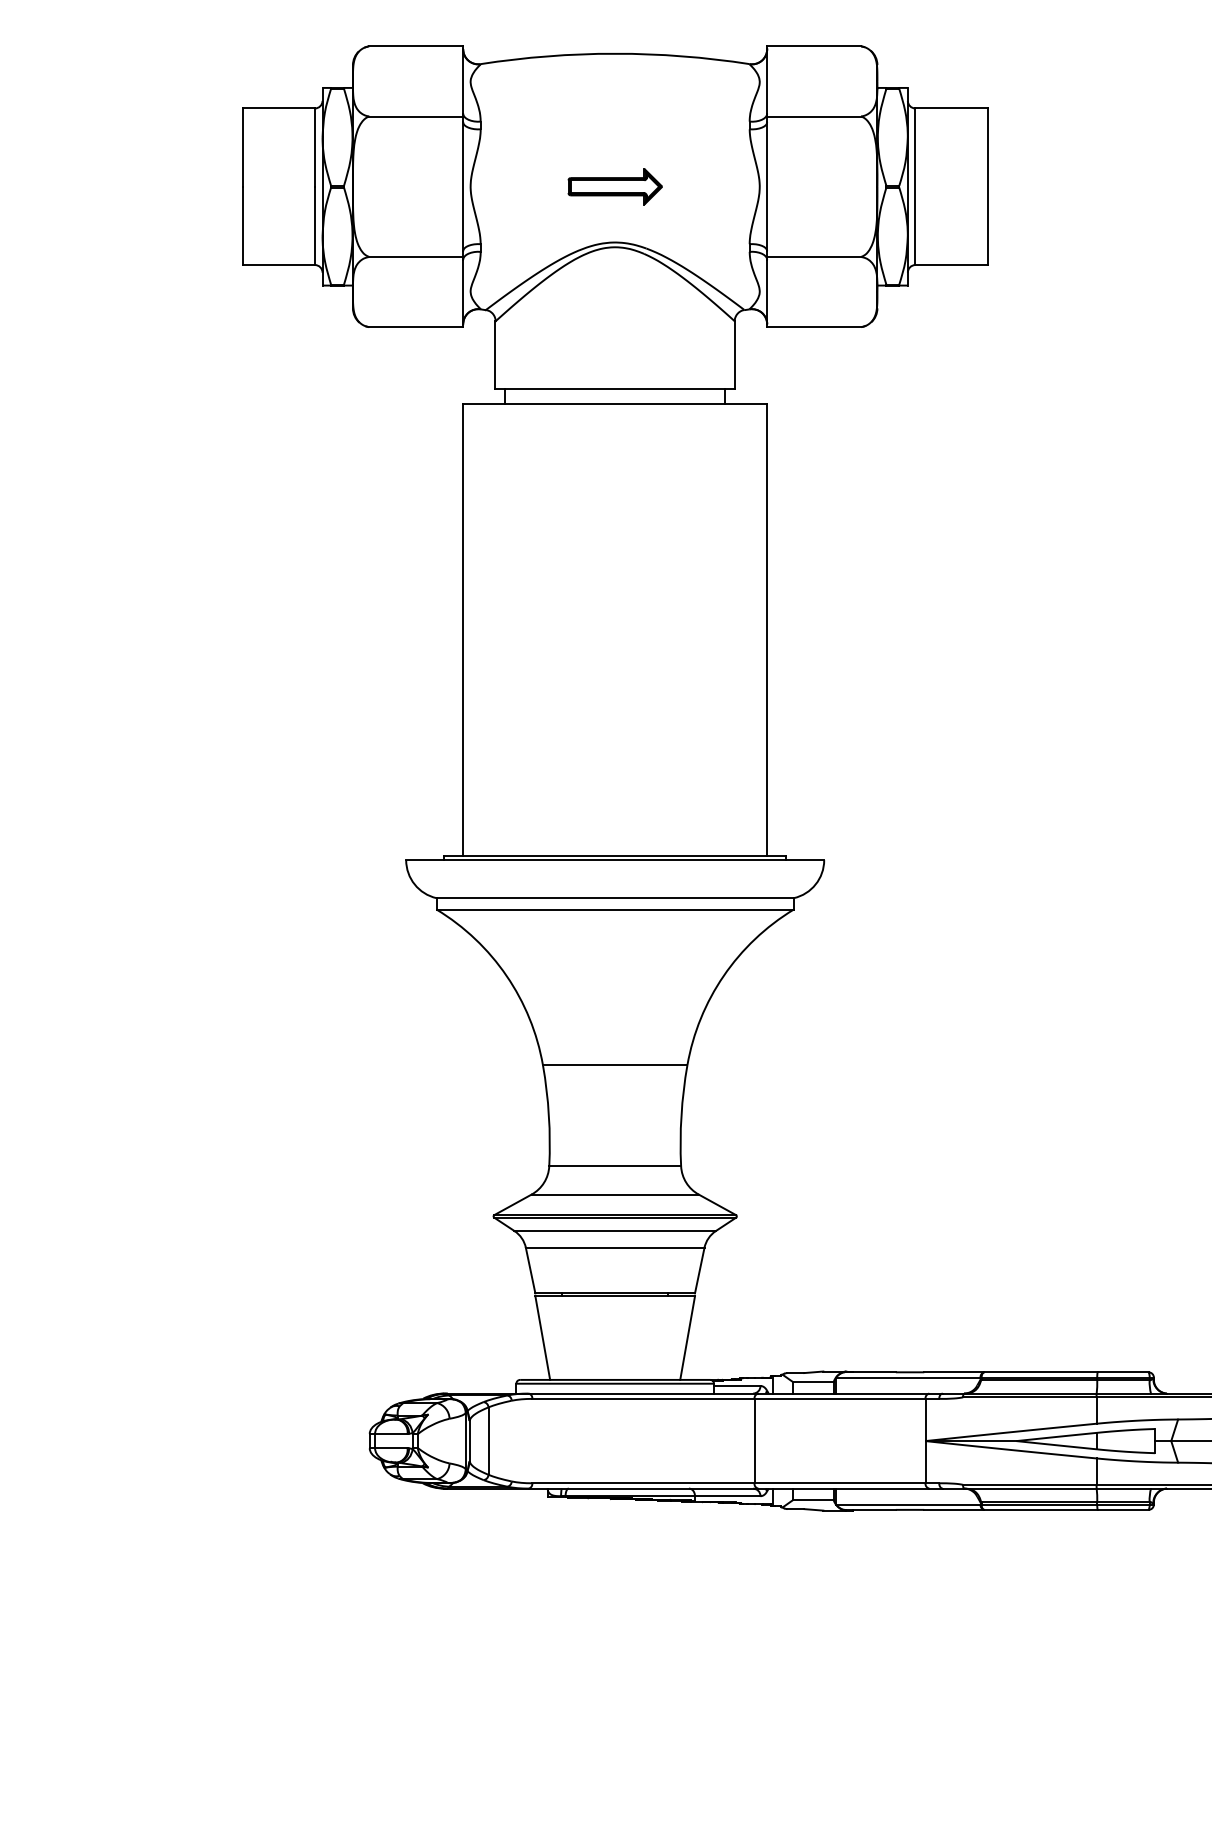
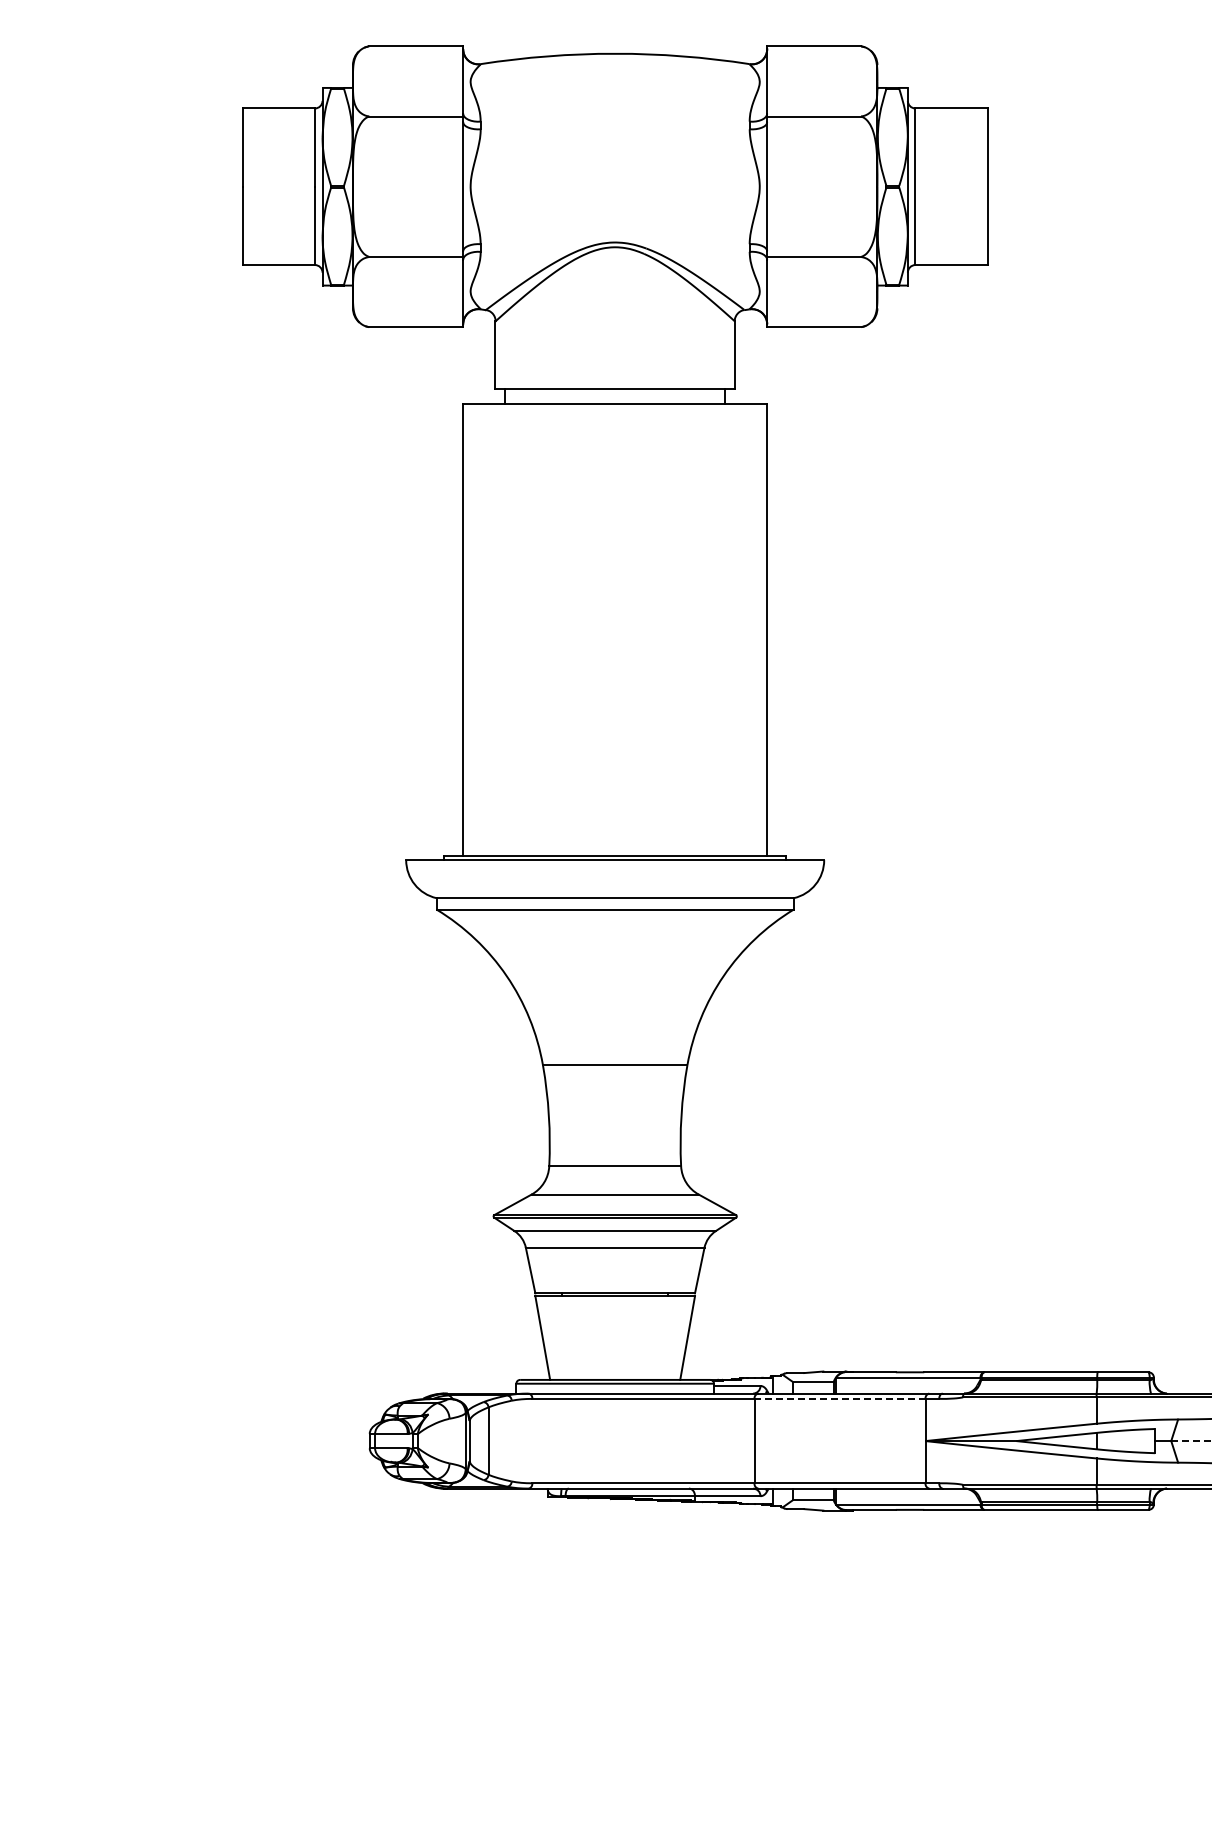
part at (614, 186): present -> none
line at (840, 1398): solid -> dashed
line at (1191, 1441): solid -> dashed
